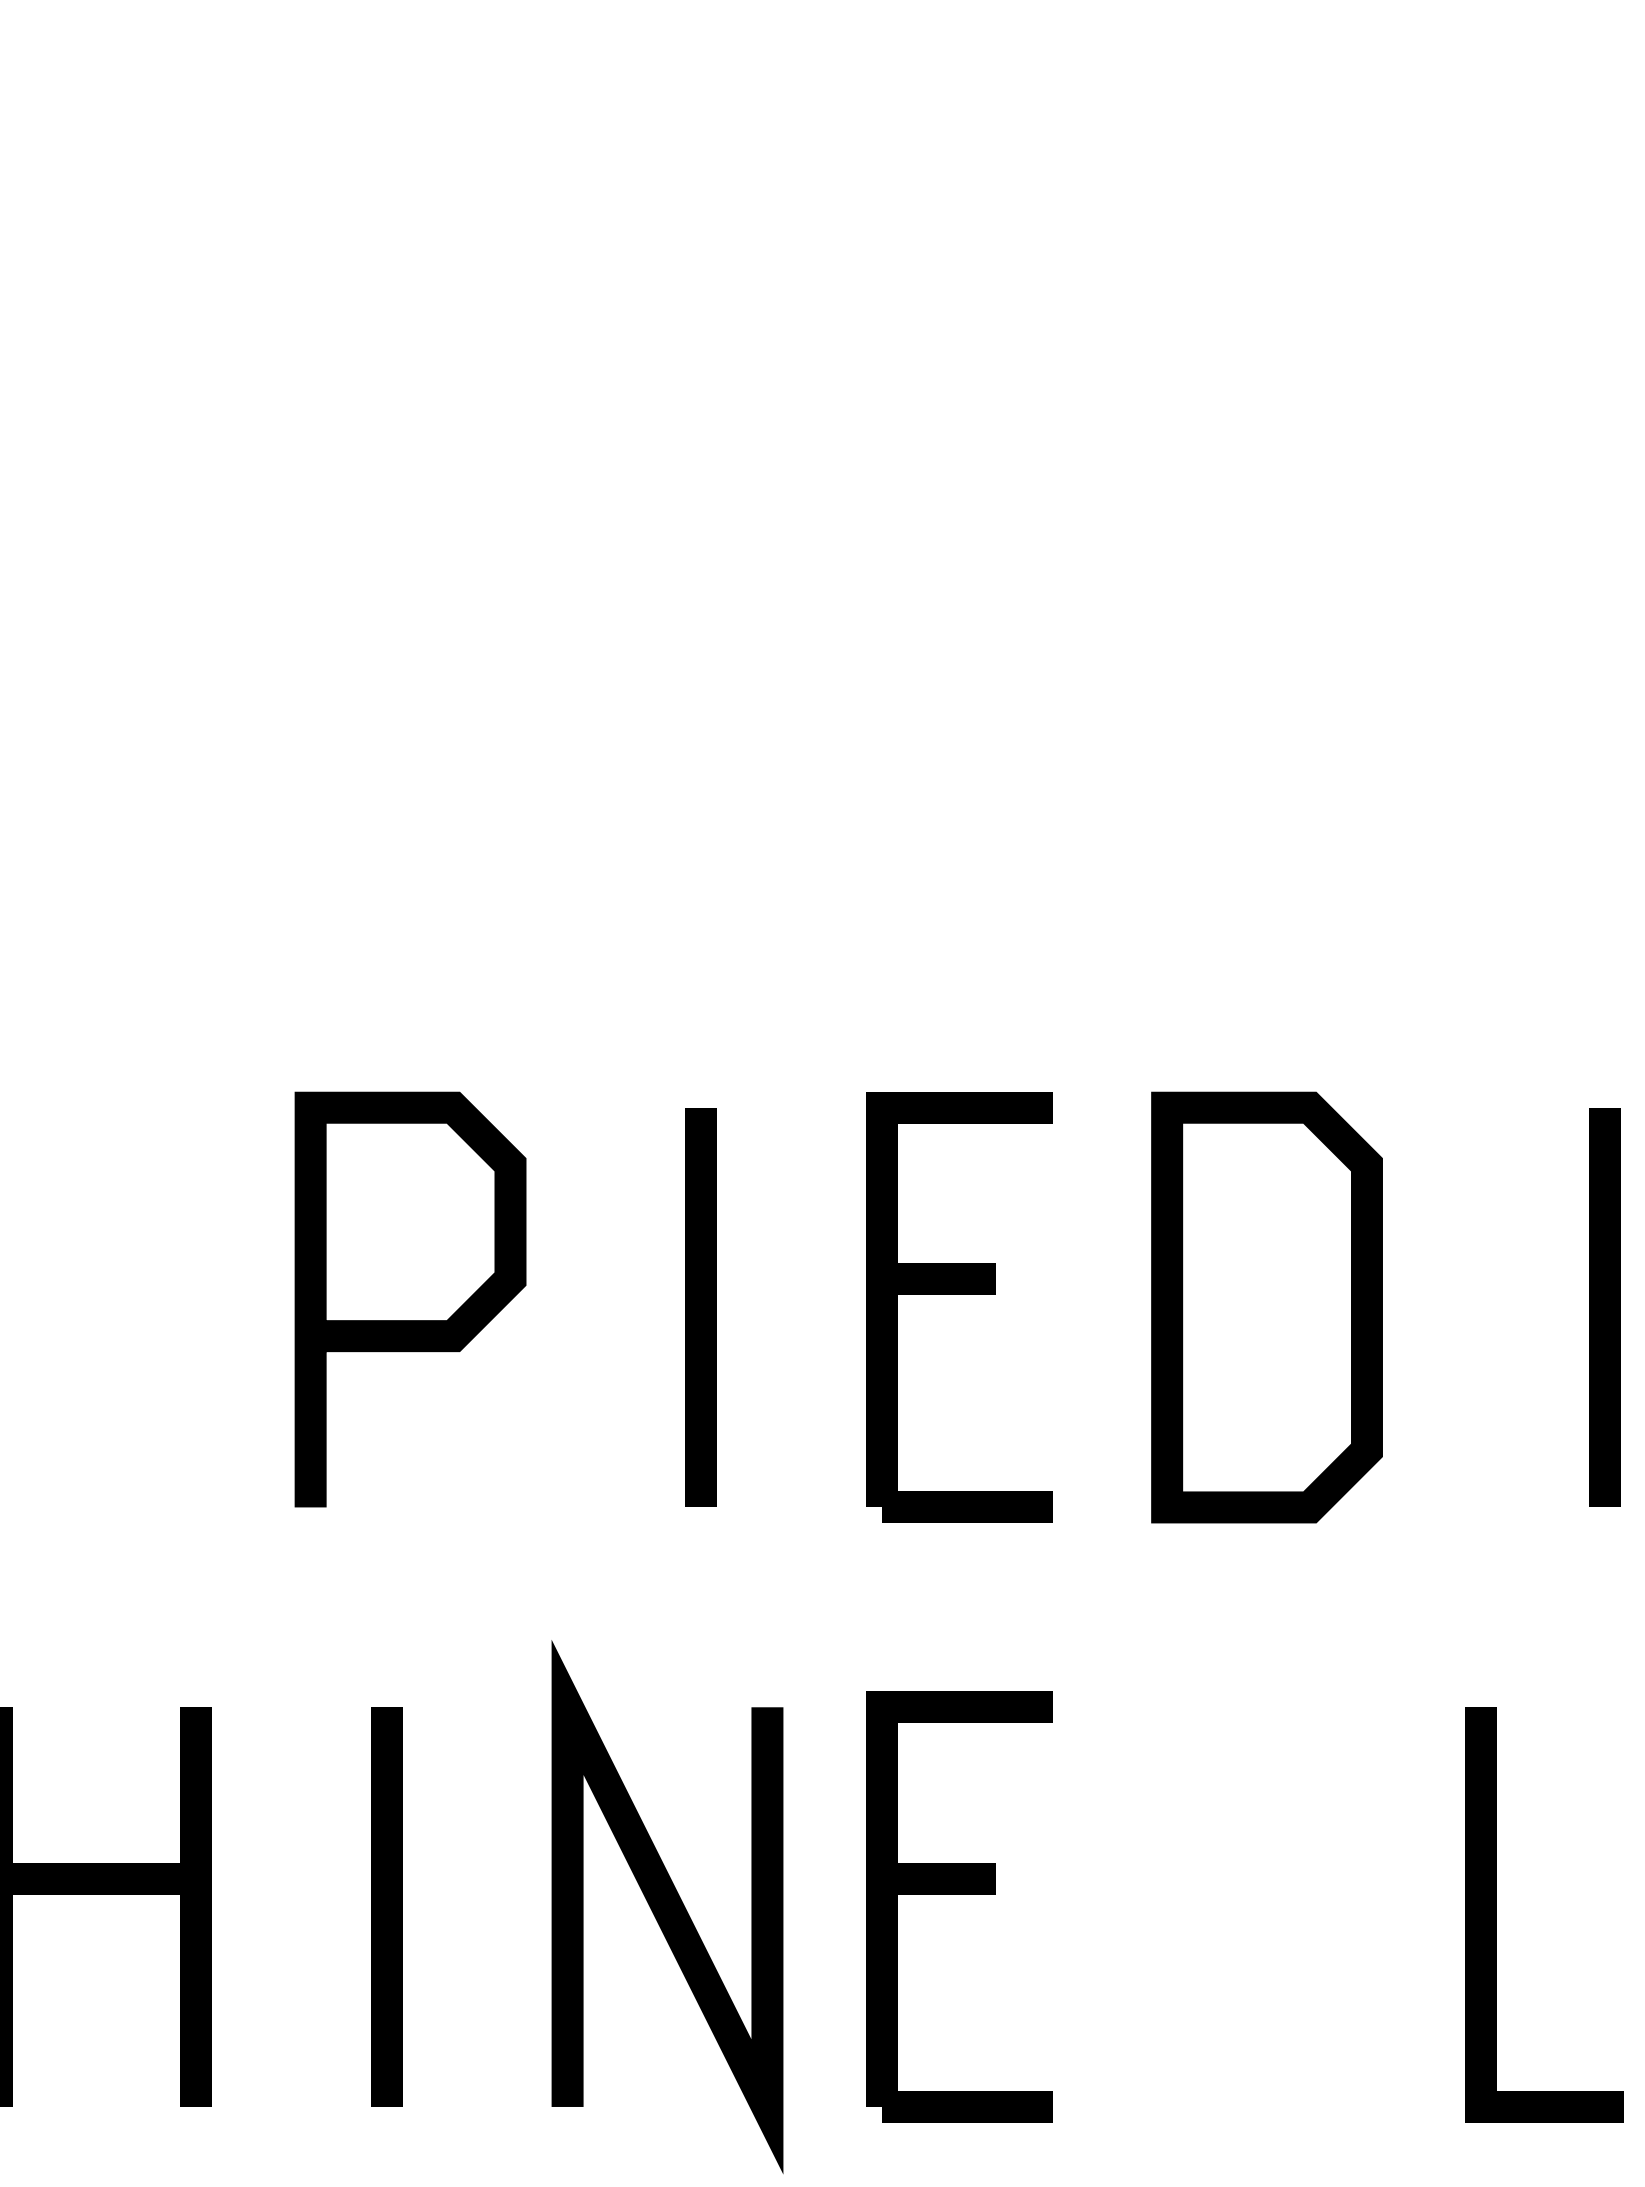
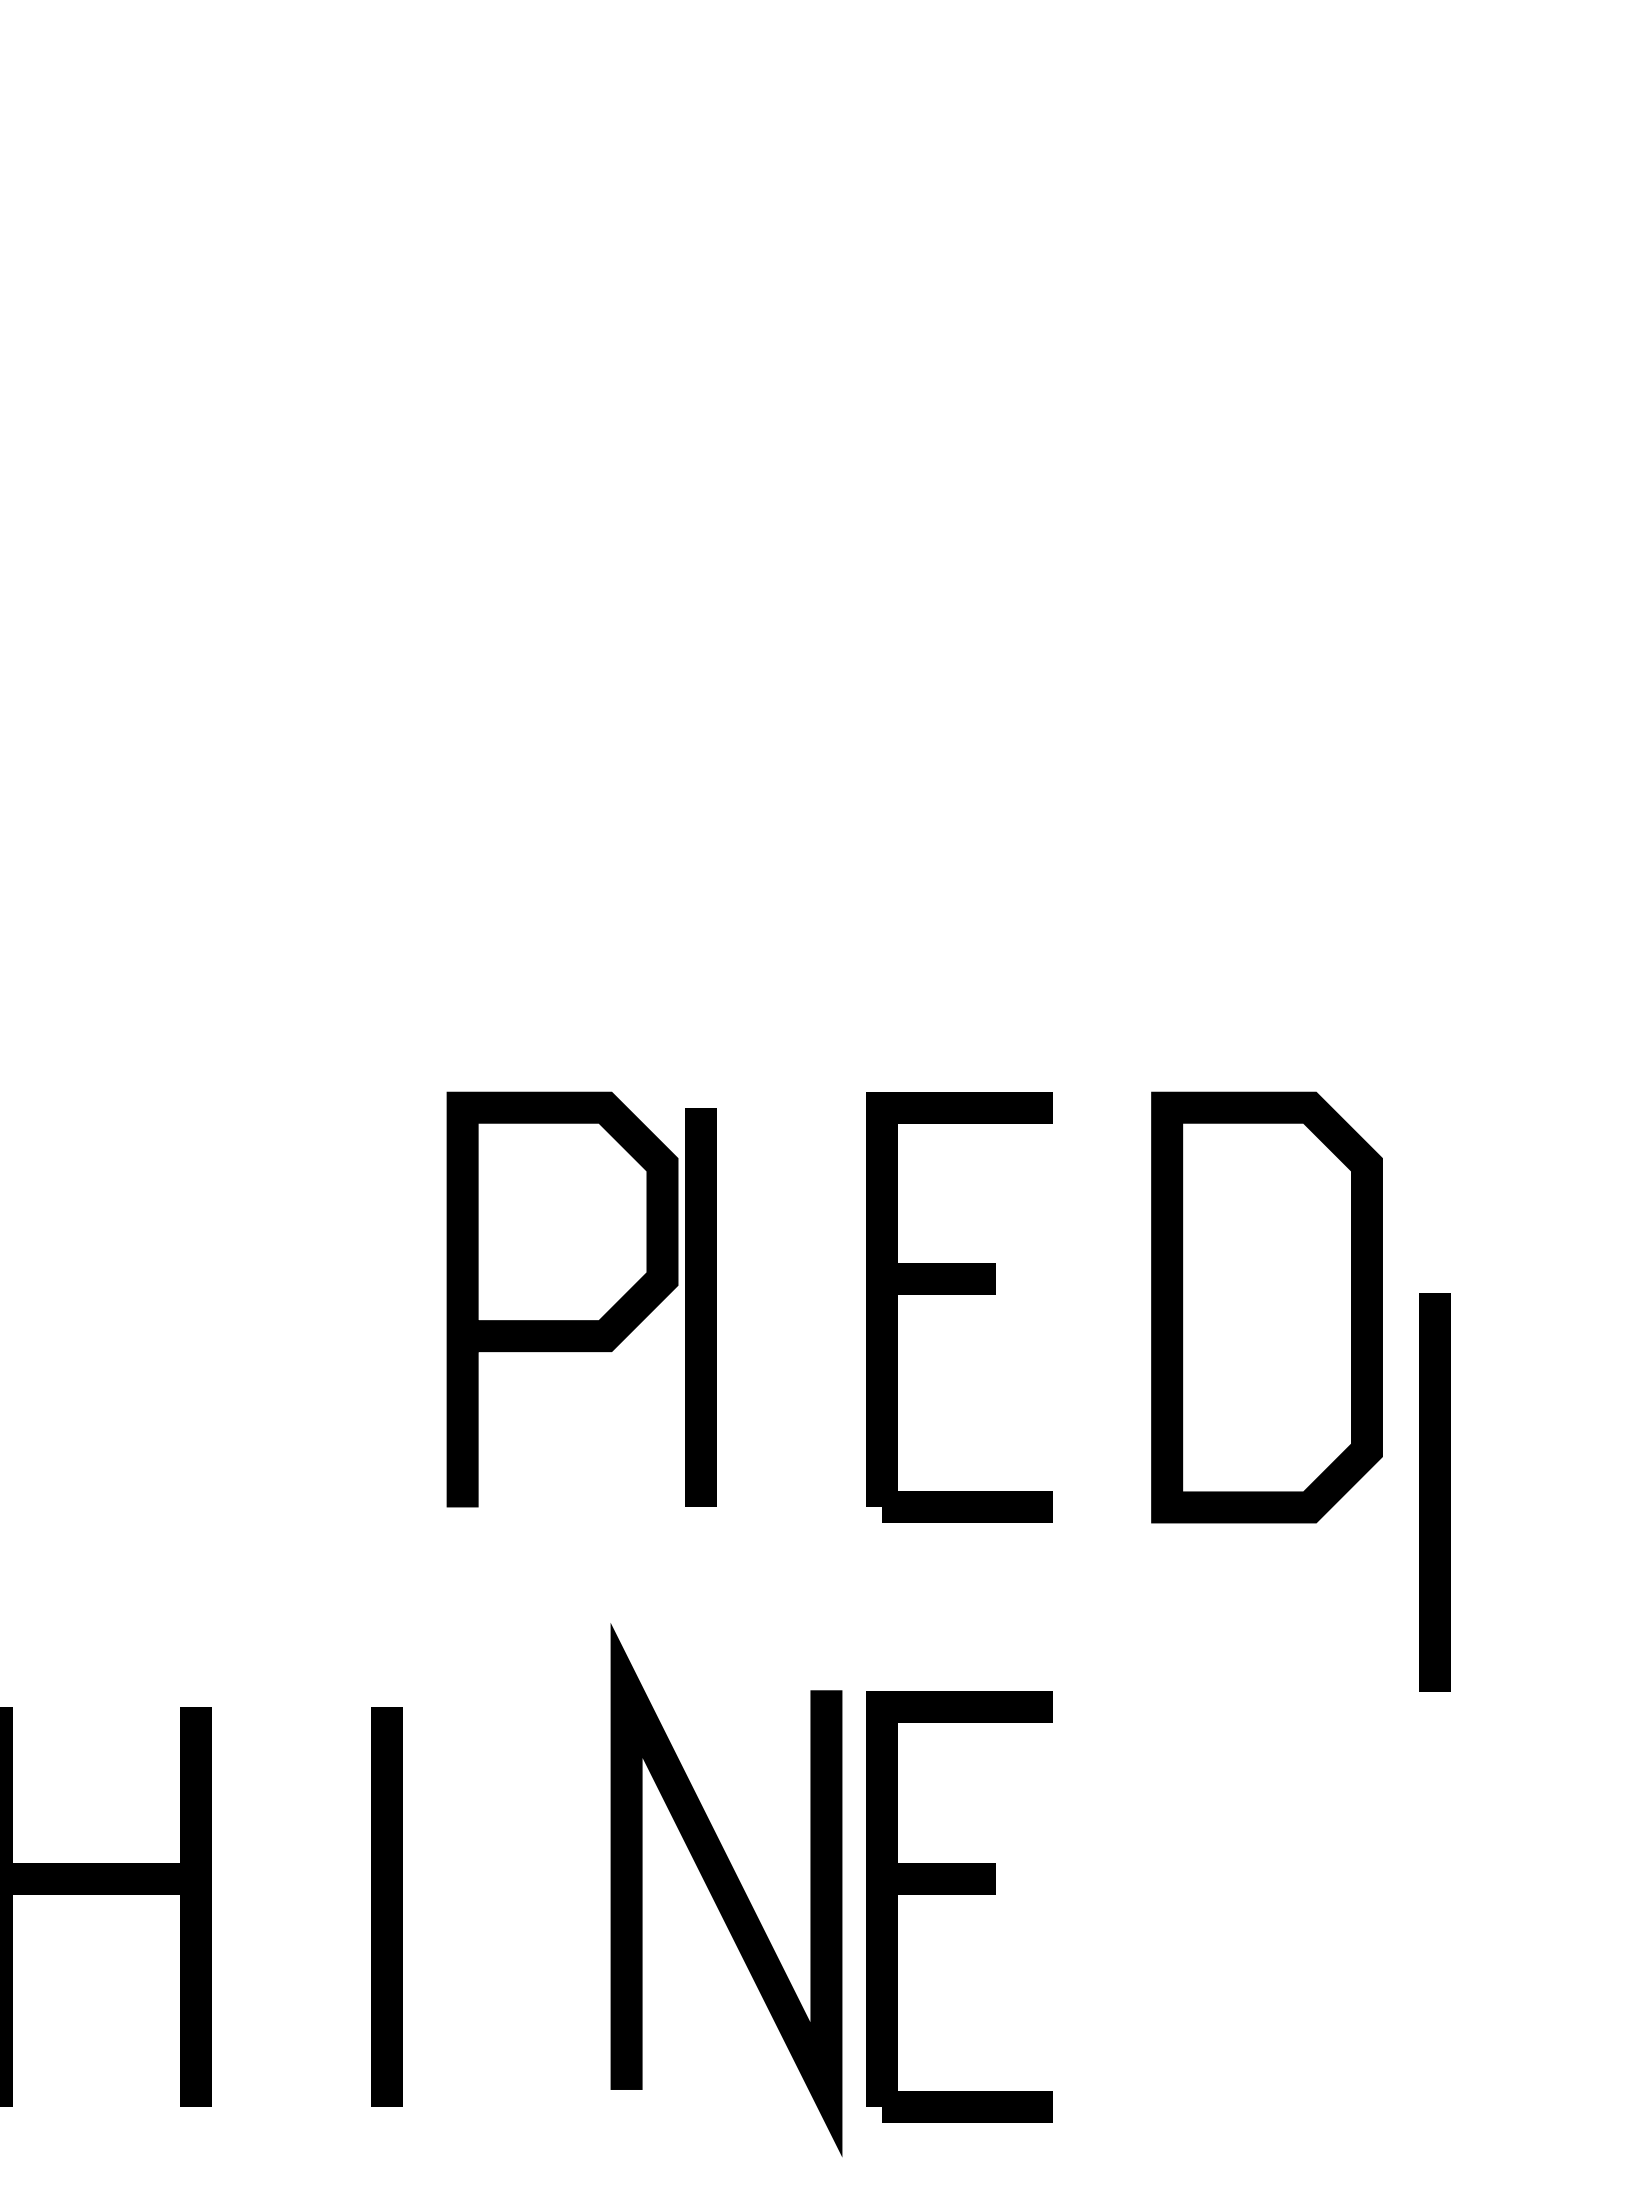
line at (1604, 1307) position: (1604, 1307) -> (1434, 1492)
curve at (410, 1320) position: (410, 1320) -> (562, 1320)
line at (667, 1907) position: (667, 1907) -> (726, 1890)
line at (1496, 1914): present -> none
